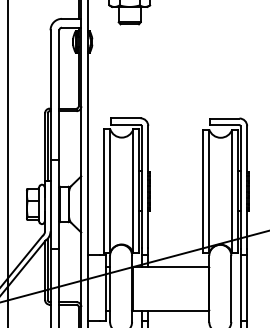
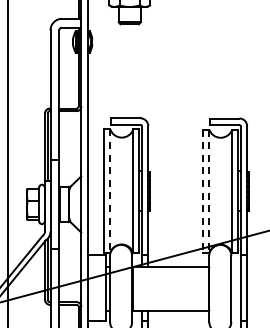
line at (110, 191): solid -> dashed
line at (203, 191): solid -> dashed
line at (209, 191): solid -> dashed
